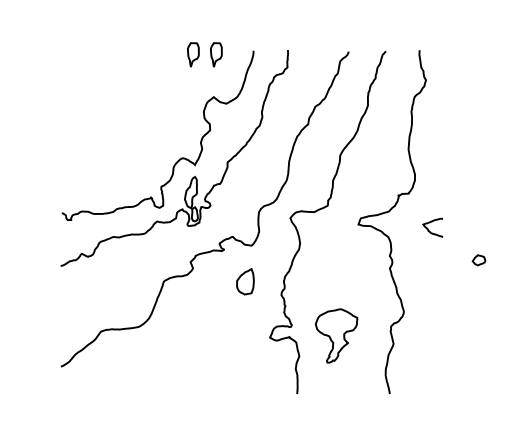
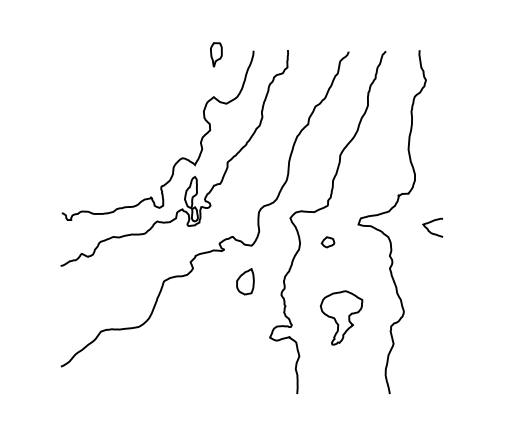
part at (193, 54): present -> none
part at (478, 260) position: (478, 260) -> (327, 242)
part at (336, 335) position: (336, 335) -> (341, 317)
